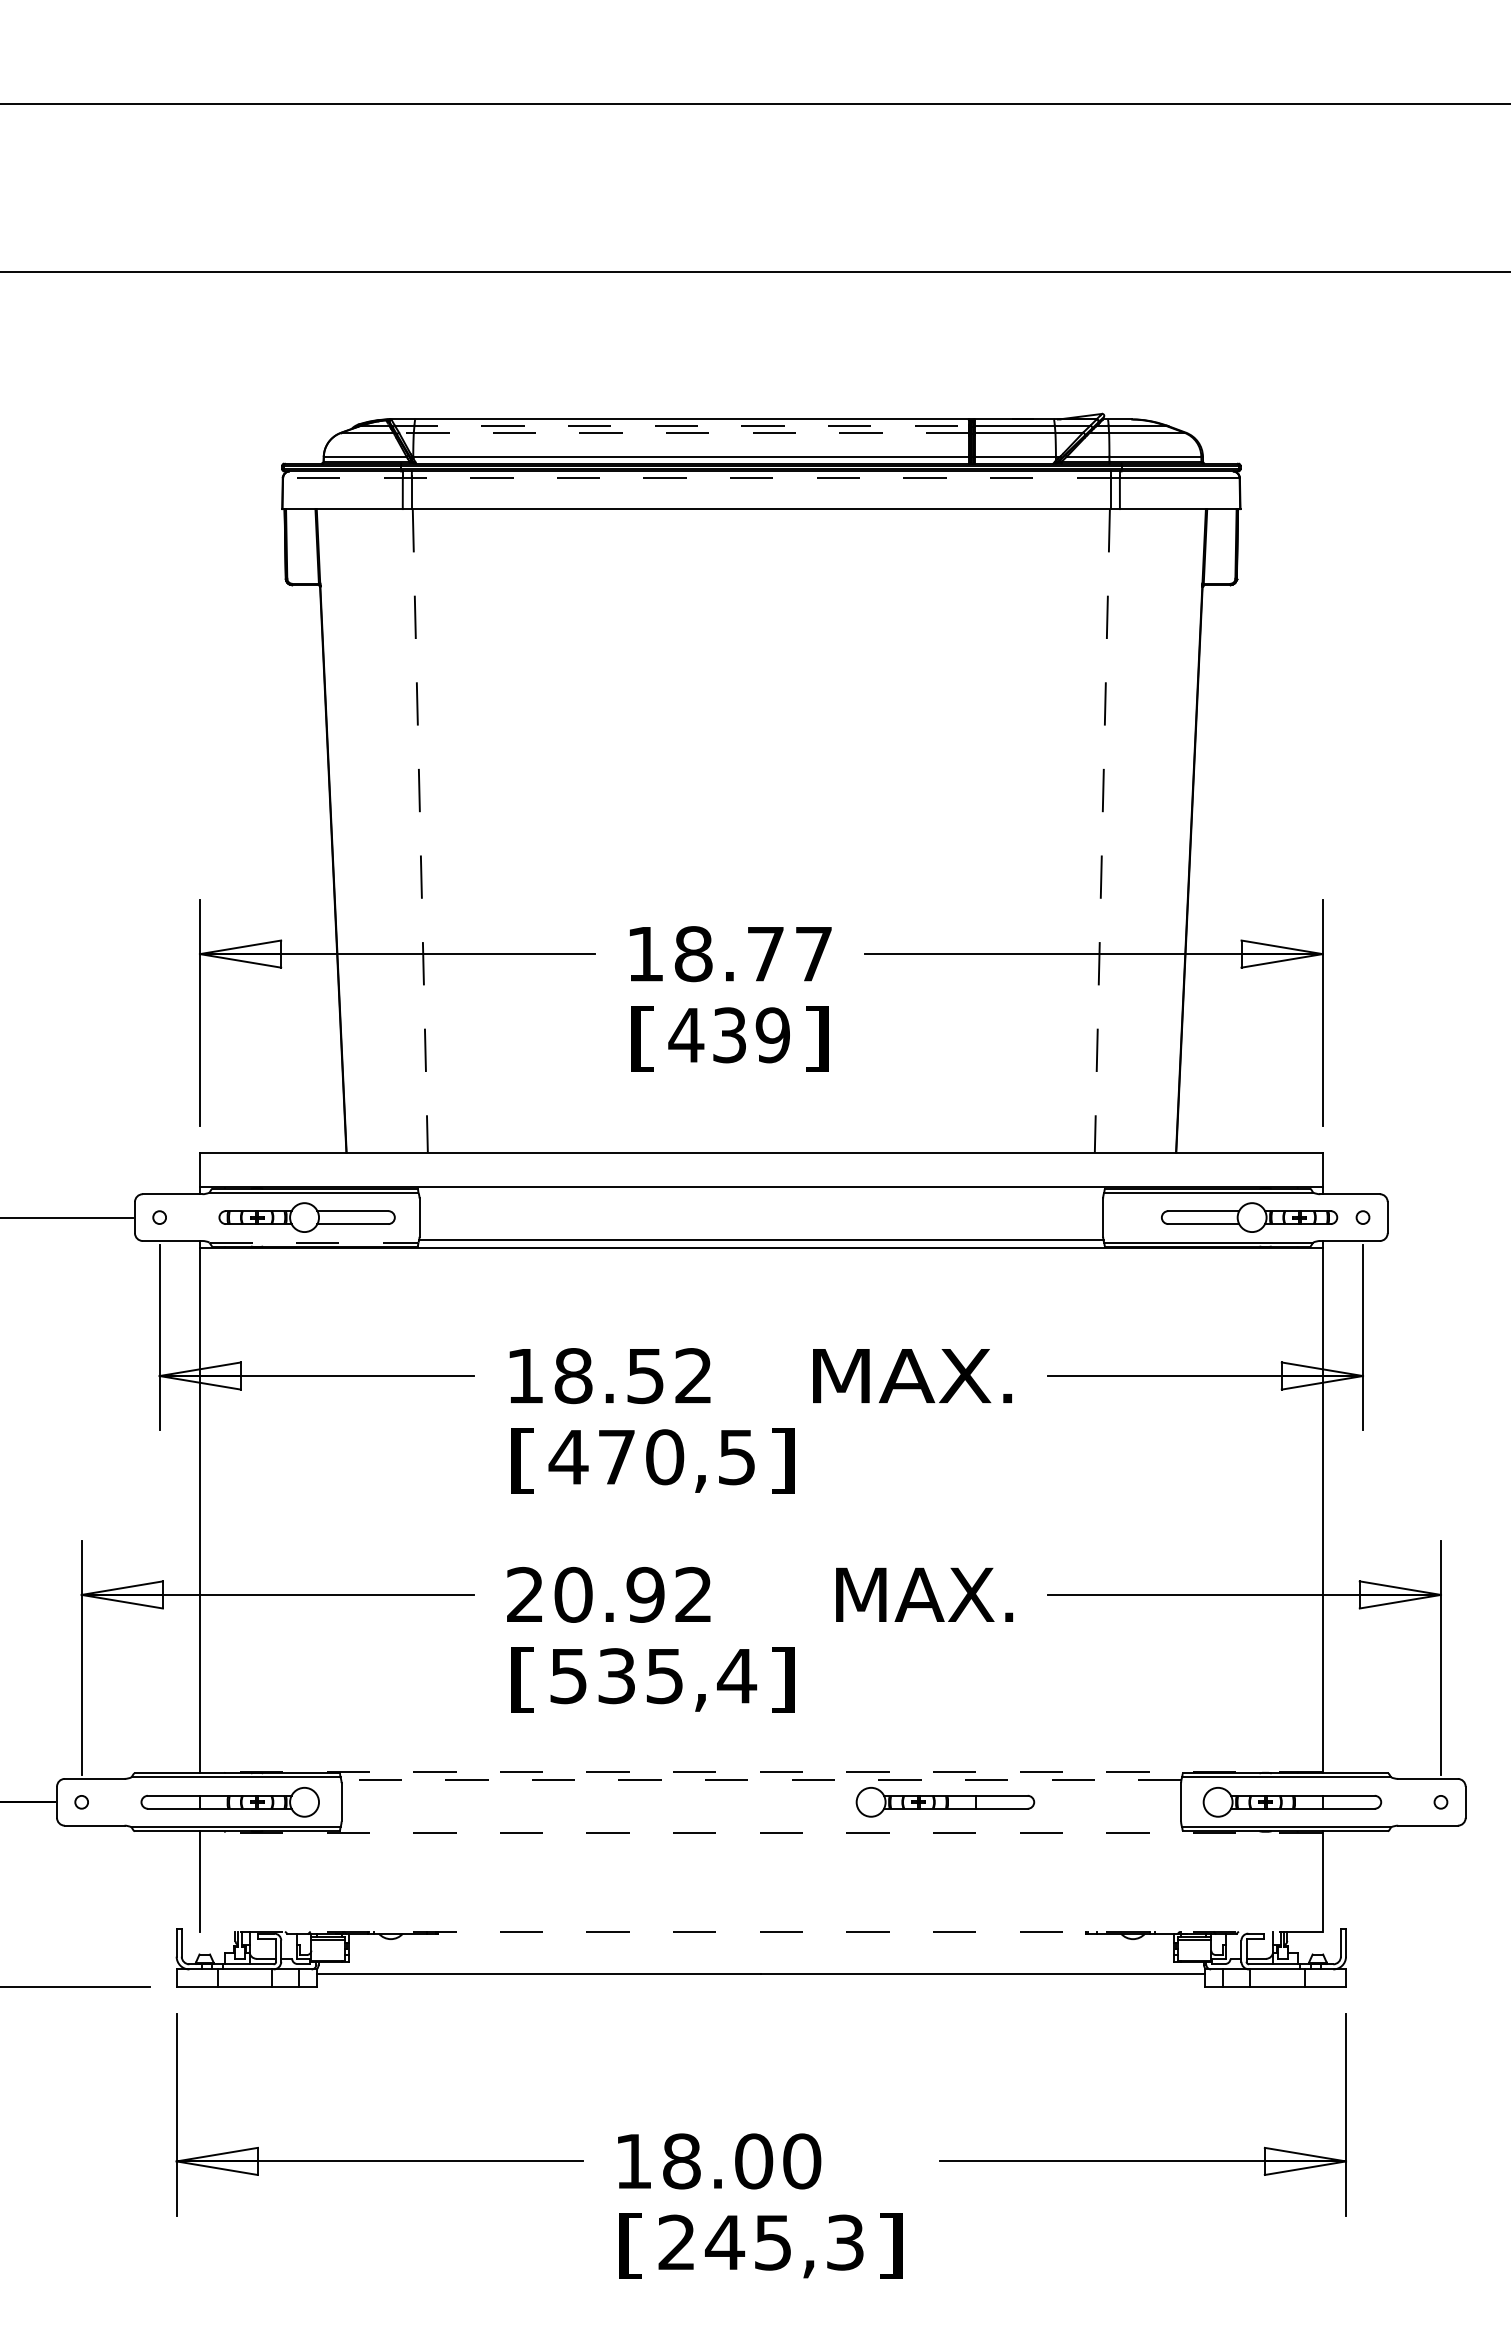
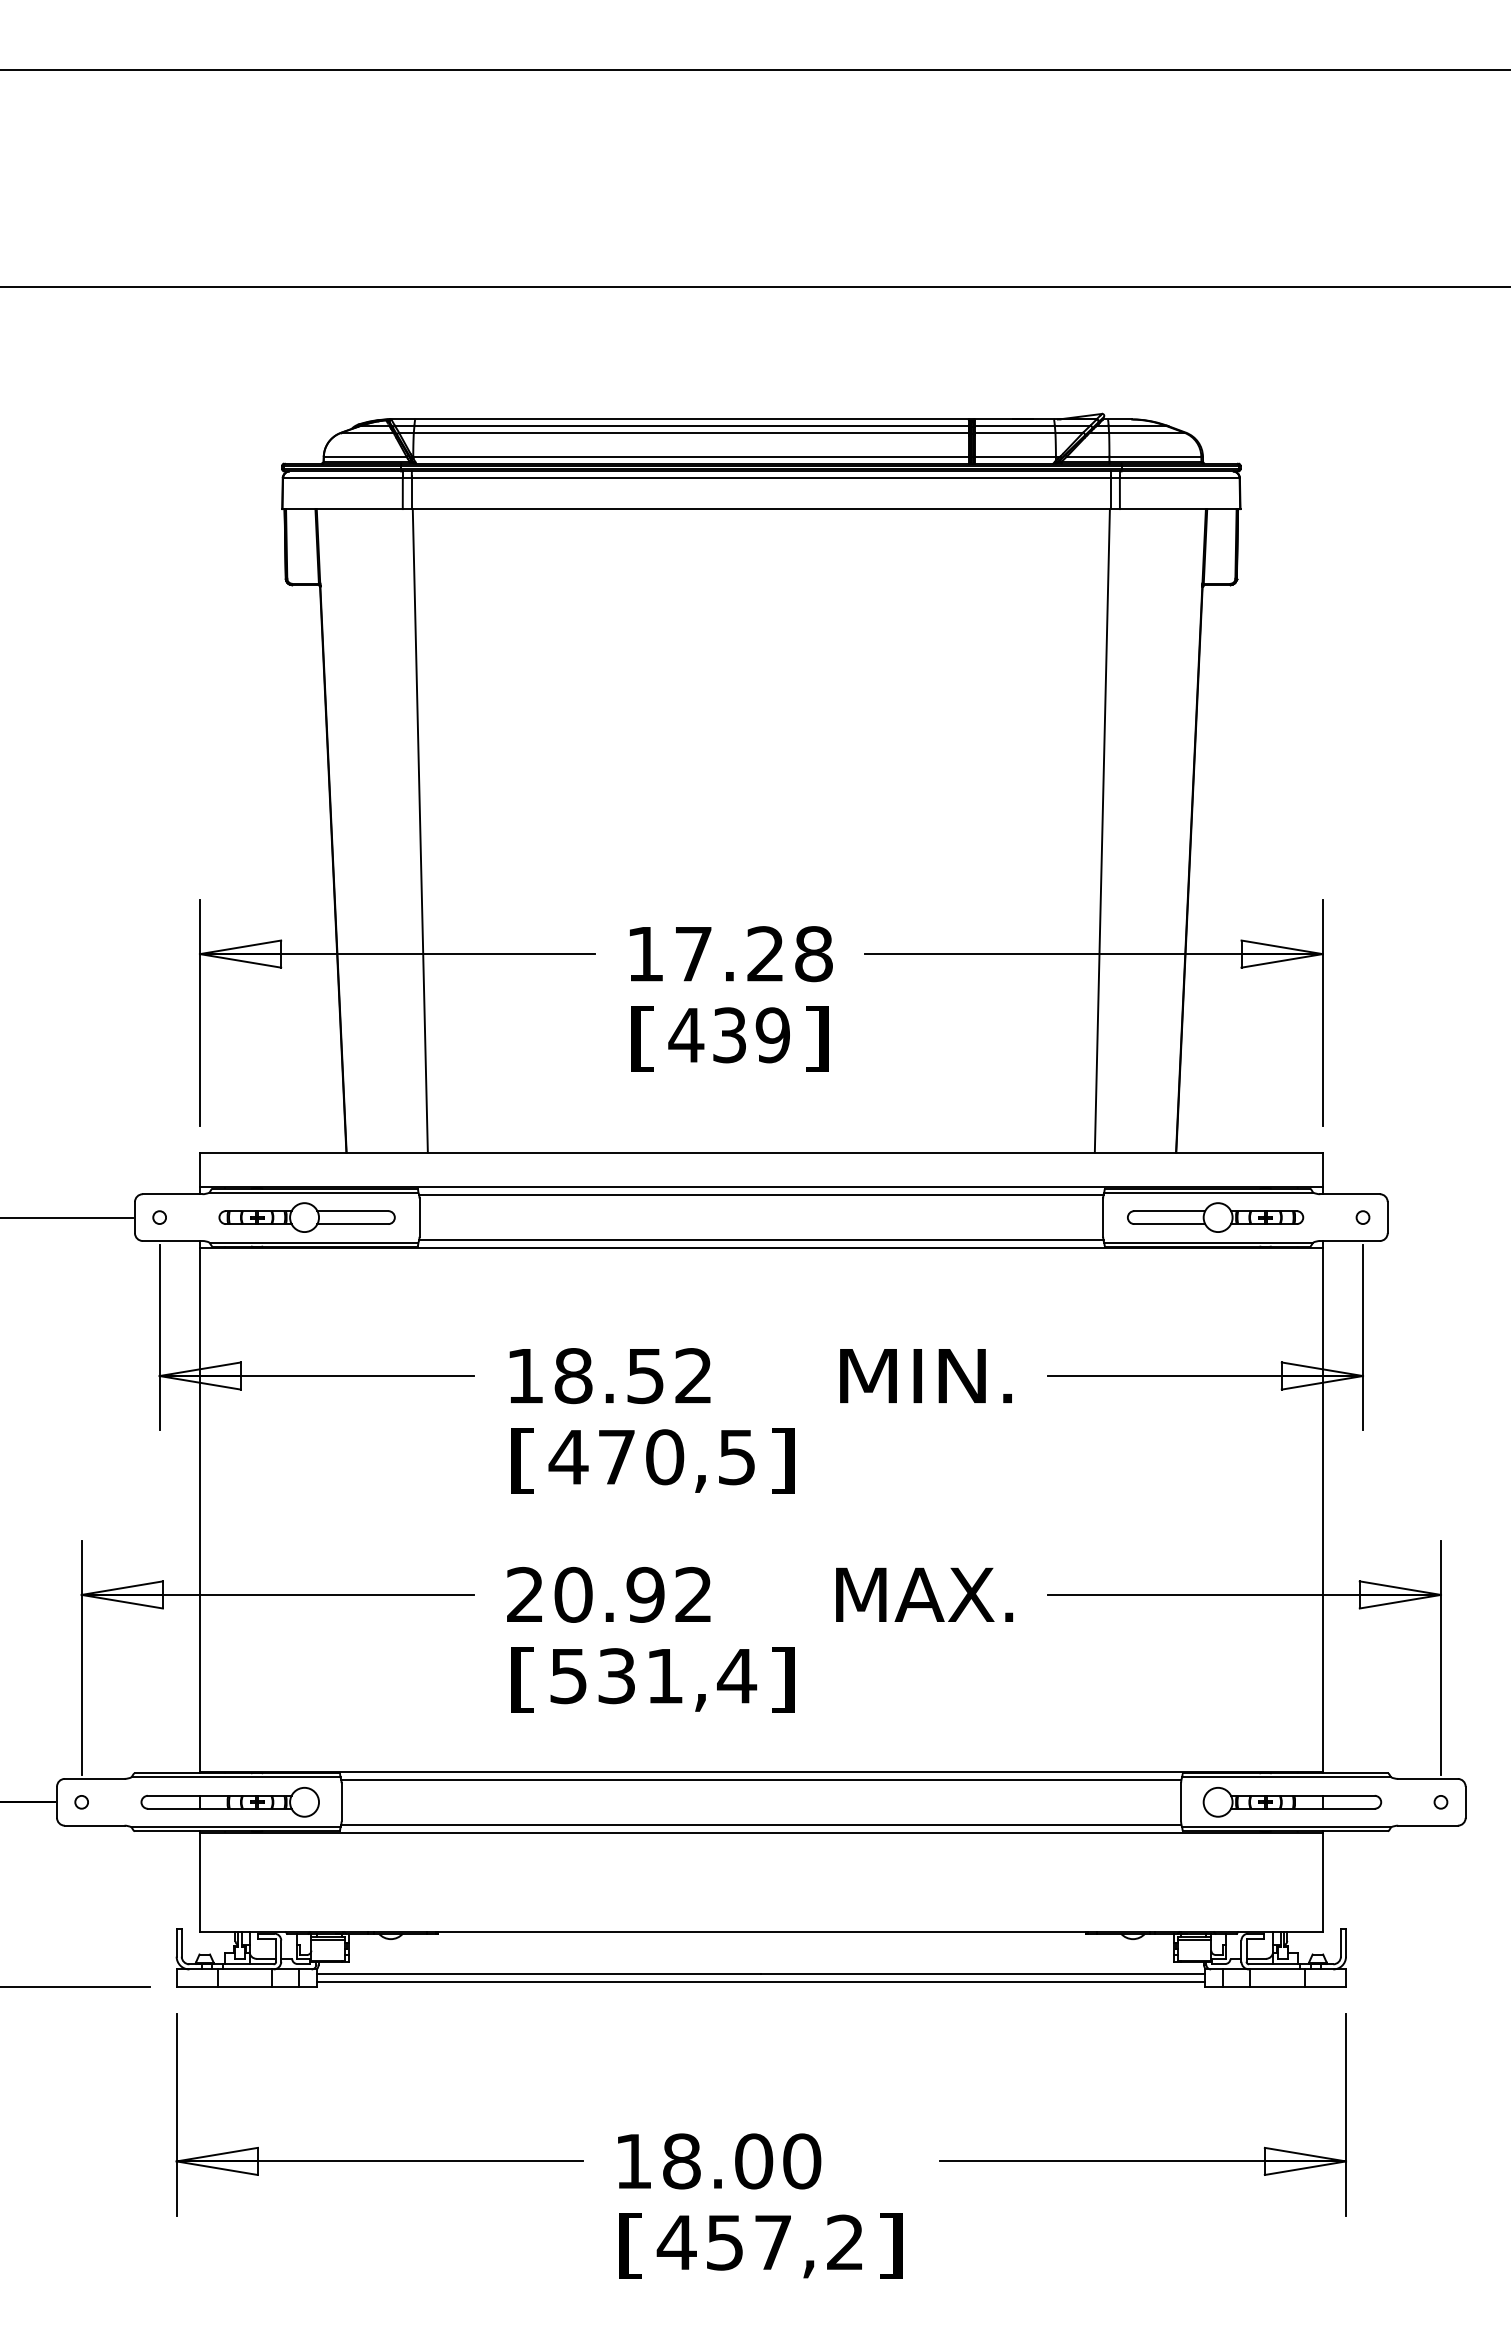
line at (754, 104) position: (754, 104) -> (754, 70)
line at (754, 272) position: (754, 272) -> (754, 287)
line at (682, 425): dashed -> solid
line at (683, 432): dashed -> solid
line at (701, 478): dashed -> solid
line at (420, 830): dashed -> solid
line at (1102, 830): dashed -> solid
text at (753, 954): 18.77 -> 17.28
line at (761, 1195): none -> present
part at (1249, 1217) position: (1249, 1217) -> (1215, 1217)
line at (314, 1242): dashed -> solid
text at (902, 1376): MAX. -> MIN.
text at (664, 1676): 535,4 -> 531,4
line at (760, 1772): dashed -> solid
line at (760, 1779): dashed -> solid
part at (945, 1802): present -> none
line at (761, 1824): none -> present
line at (760, 1832): dashed -> solid
line at (760, 1932): dashed -> solid
line at (761, 1981): none -> present
text at (759, 2242): 245,3 -> 457,2
